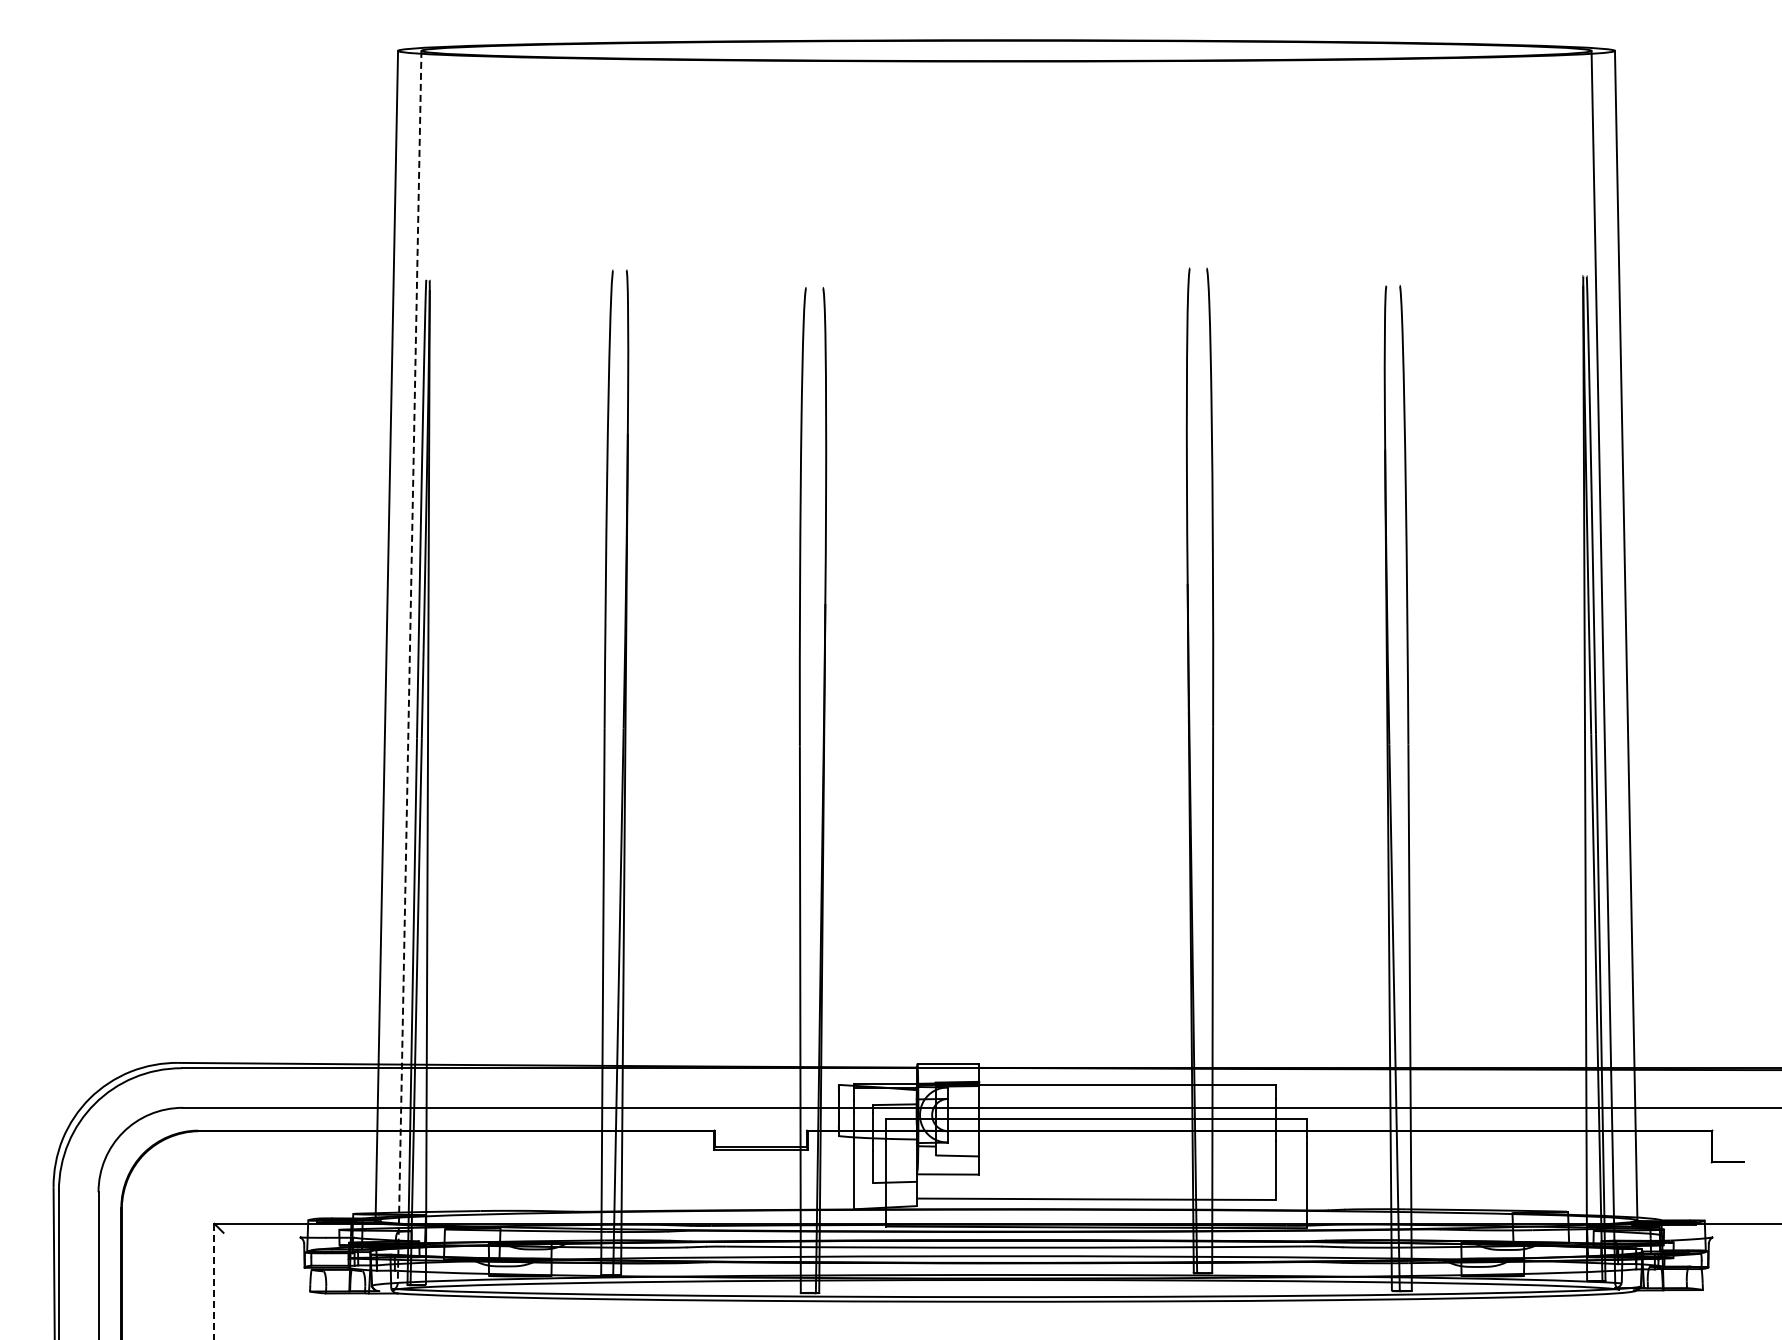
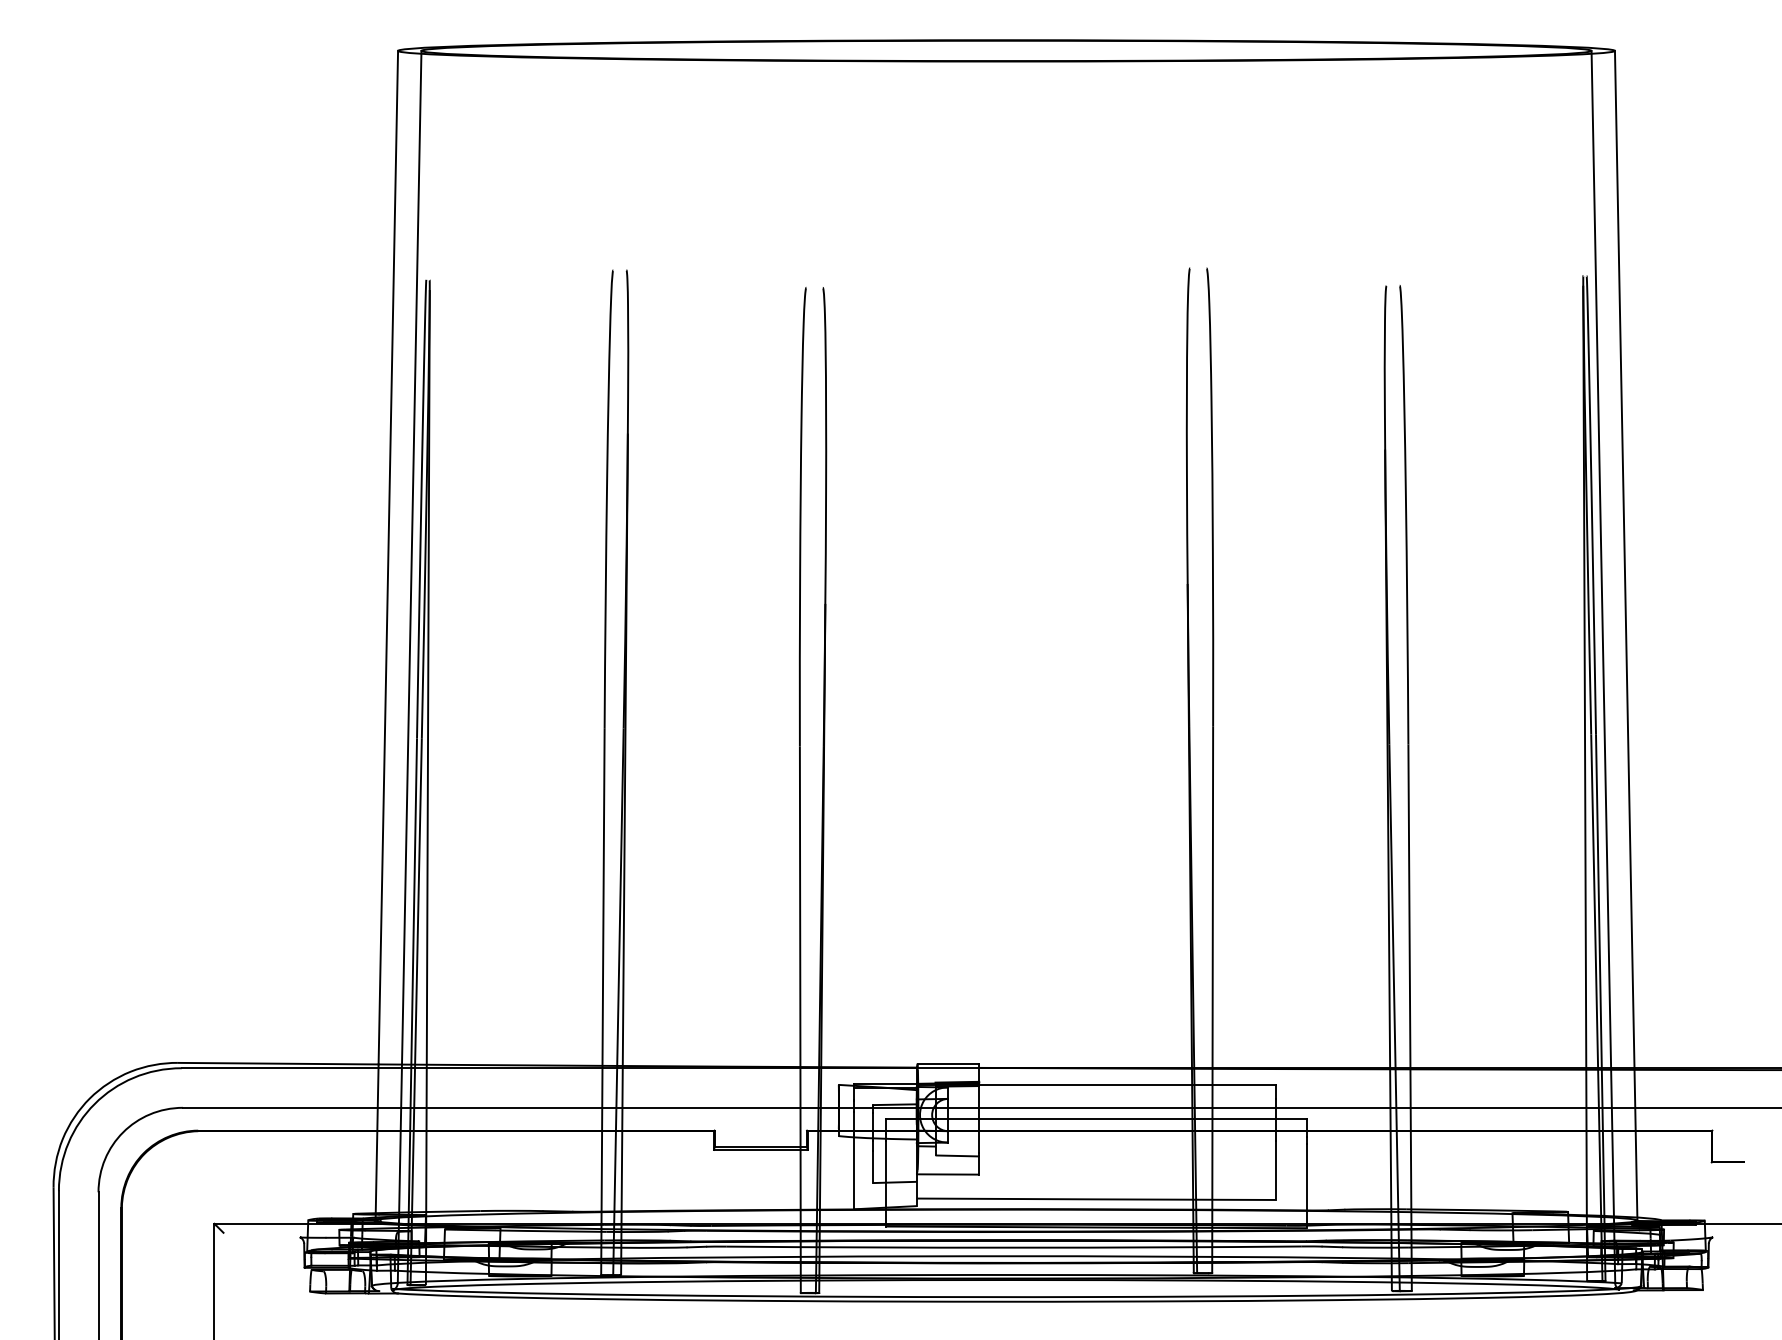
line at (409, 667): dashed -> solid
line at (214, 1281): dashed -> solid
